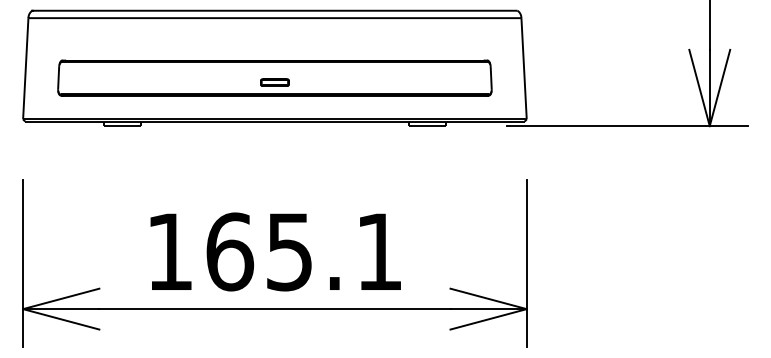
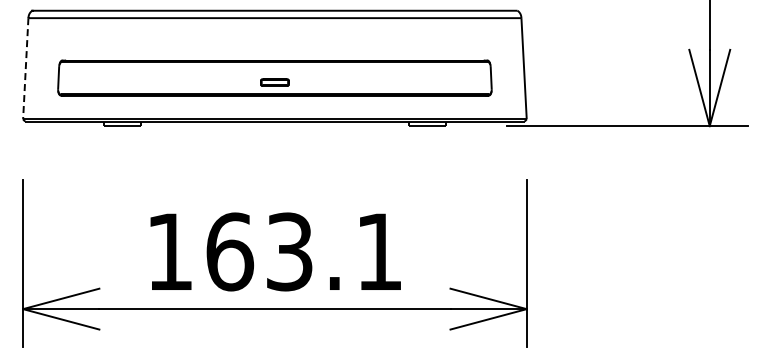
line at (25, 68): solid -> dashed
text at (289, 251): 165.1 -> 163.1
